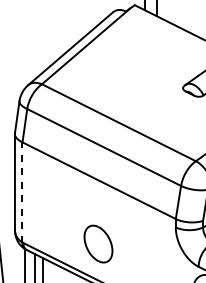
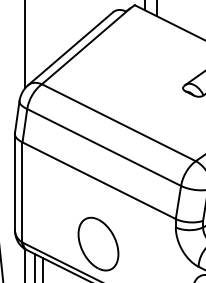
line at (25, 45): none -> present
line at (22, 191): dashed -> solid
part at (98, 243) size: 31x40 px -> 43x56 px
